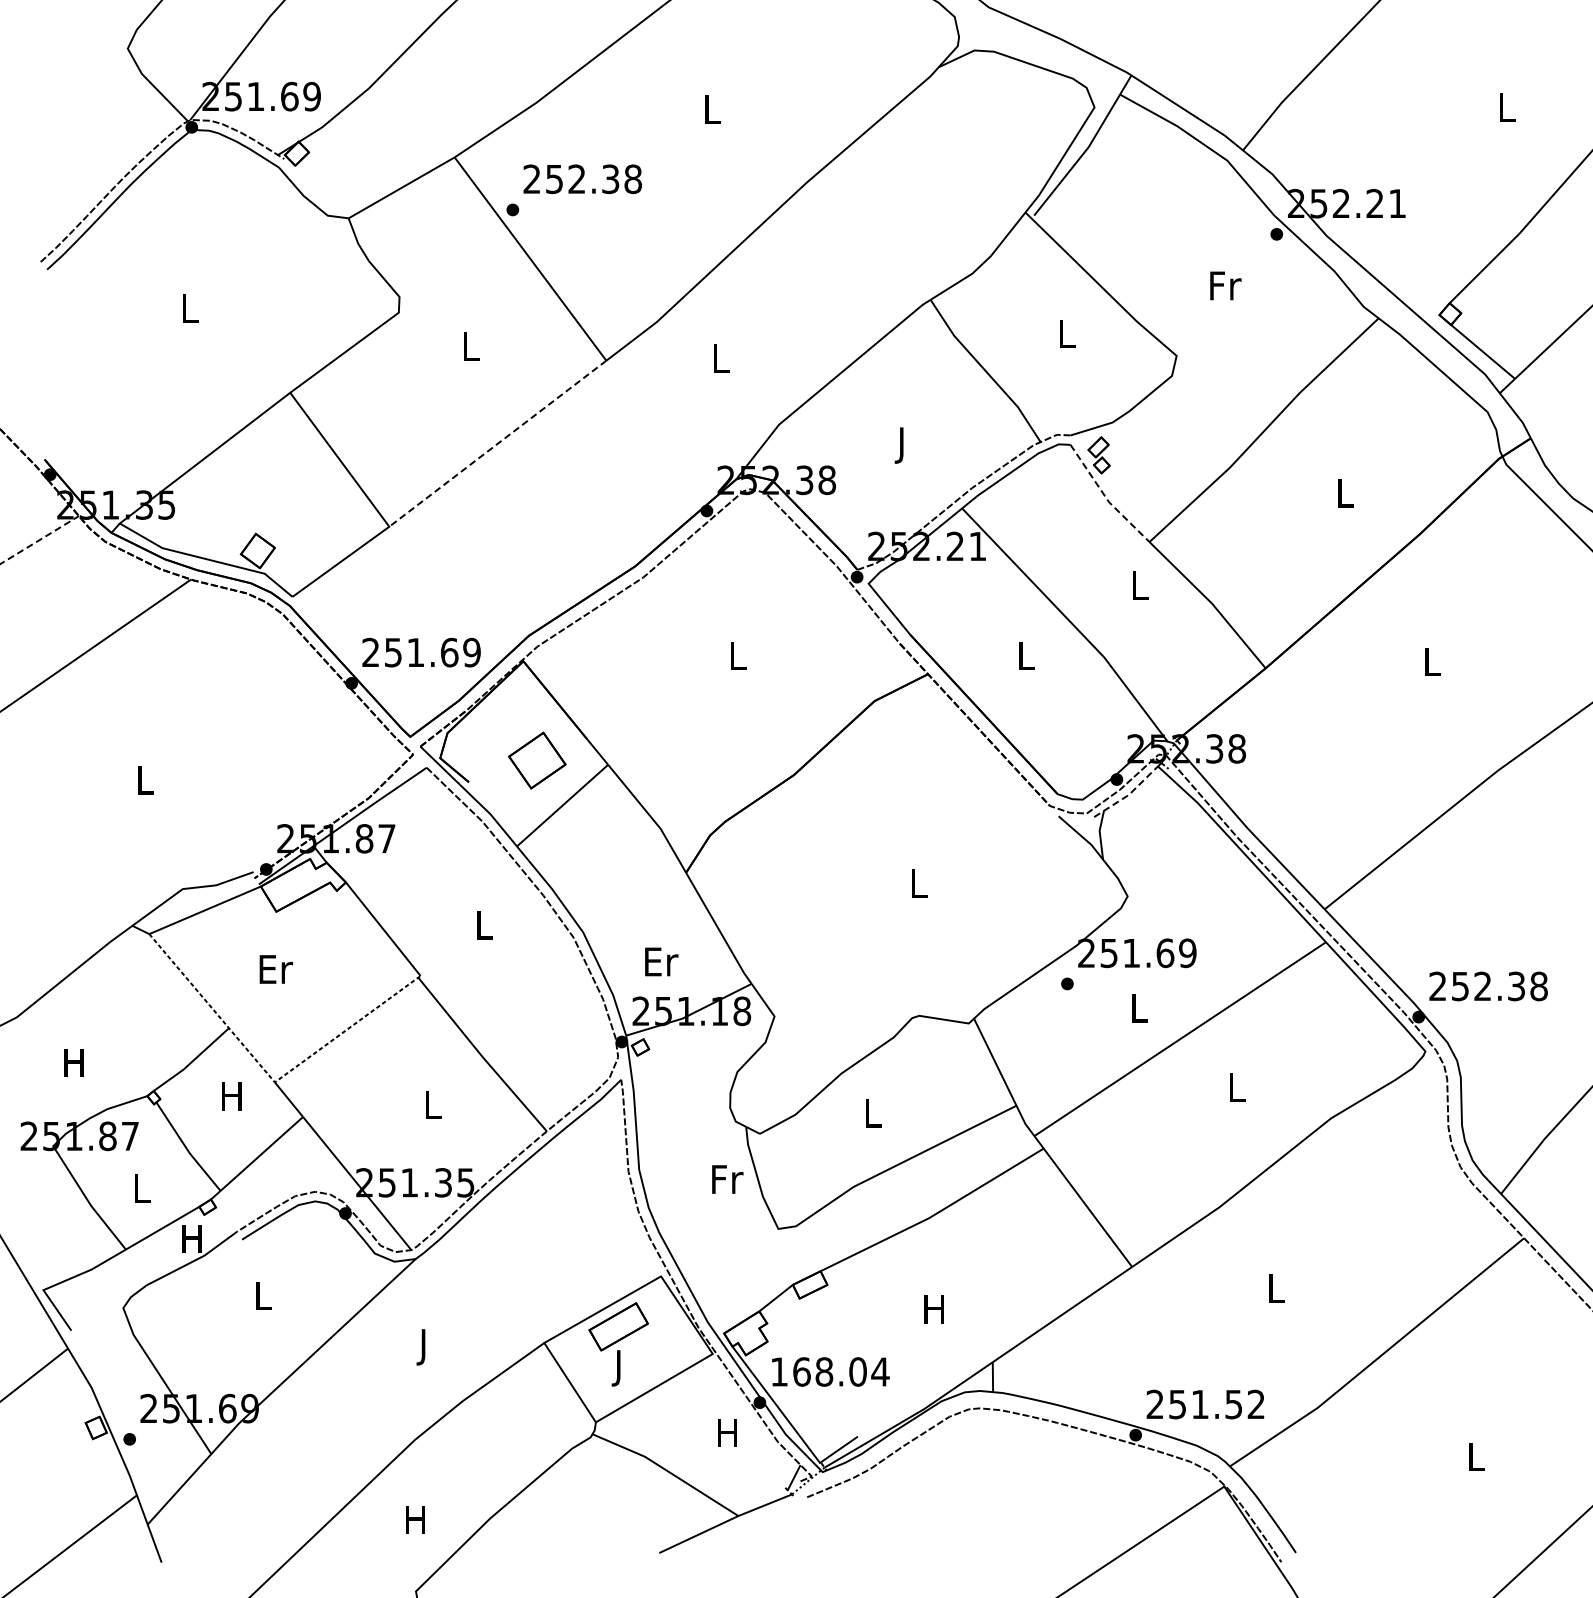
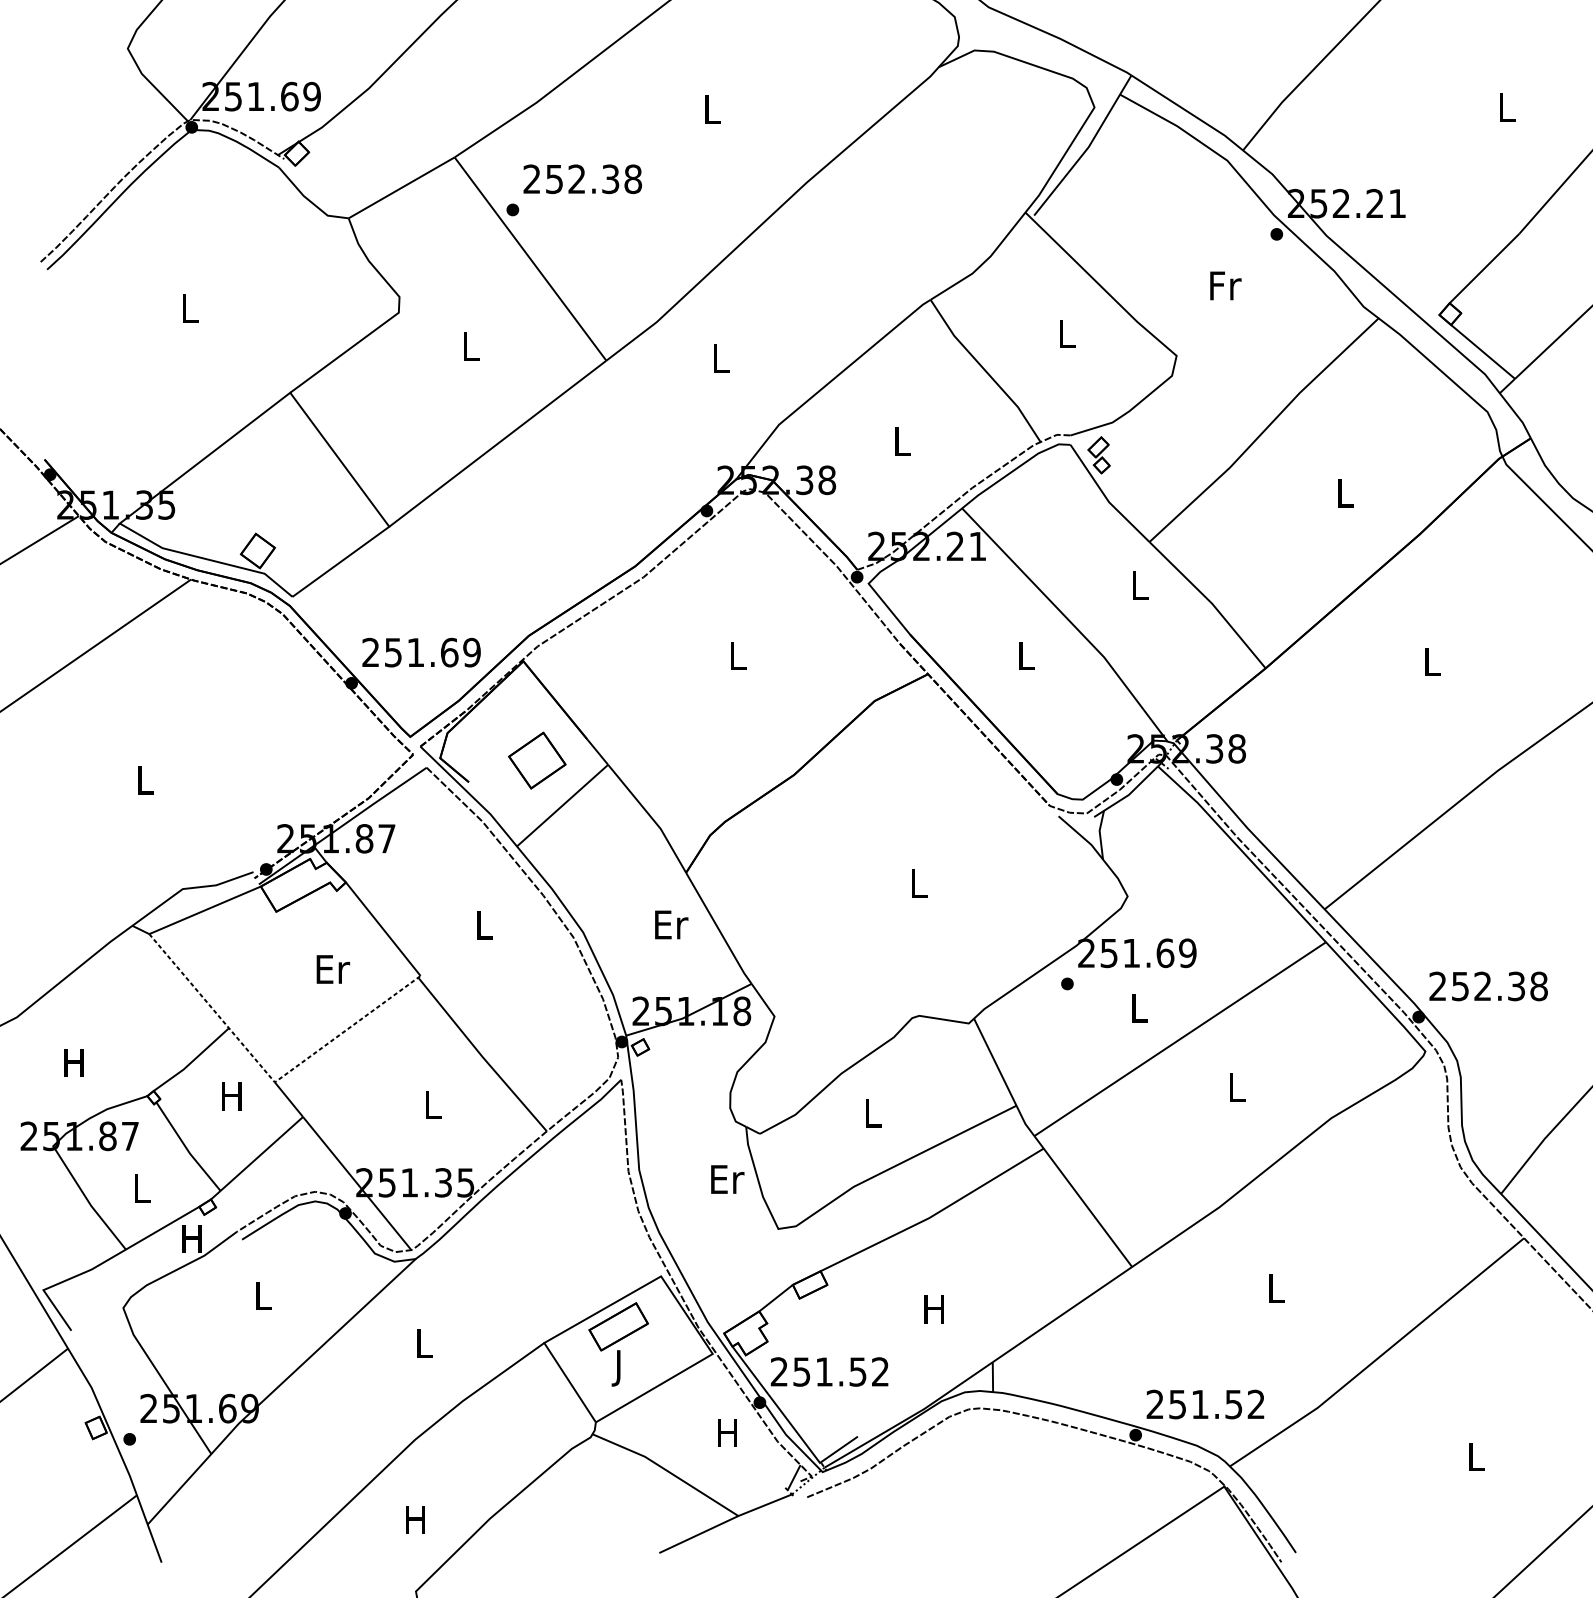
line at (497, 443): dashed -> solid
text at (902, 445): J -> L
line at (1105, 497): dashed -> solid
line at (39, 539): dashed -> solid
line at (1128, 795): dashed -> solid
text at (661, 961) position: (661, 961) -> (671, 924)
text at (275, 969) position: (275, 969) -> (332, 969)
text at (727, 1179): Fr -> Er
text at (424, 1347): J -> L
text at (829, 1371): 168.04 -> 251.52
